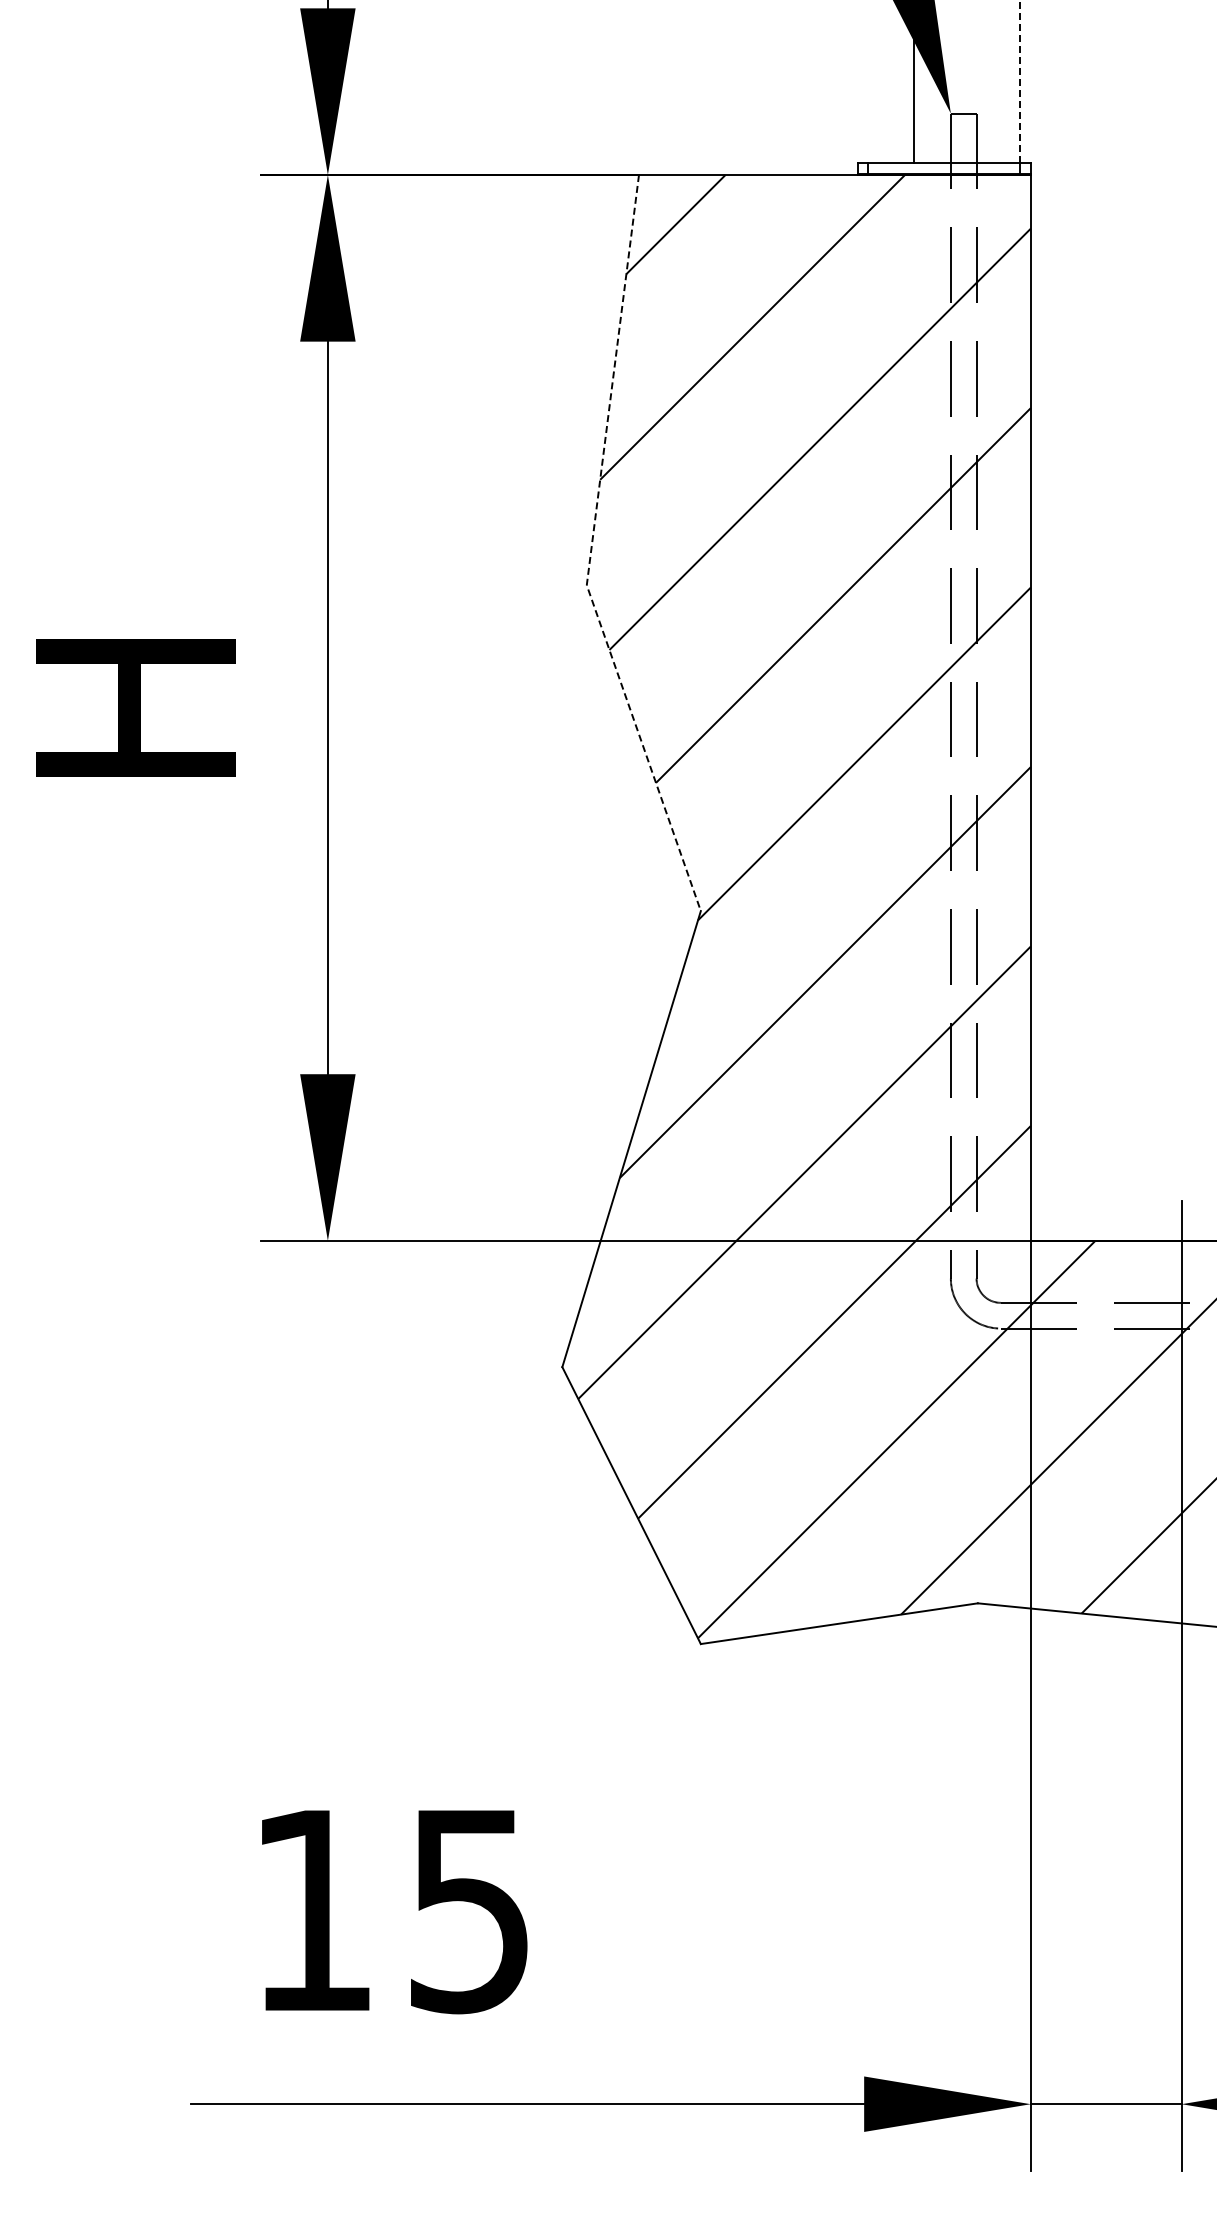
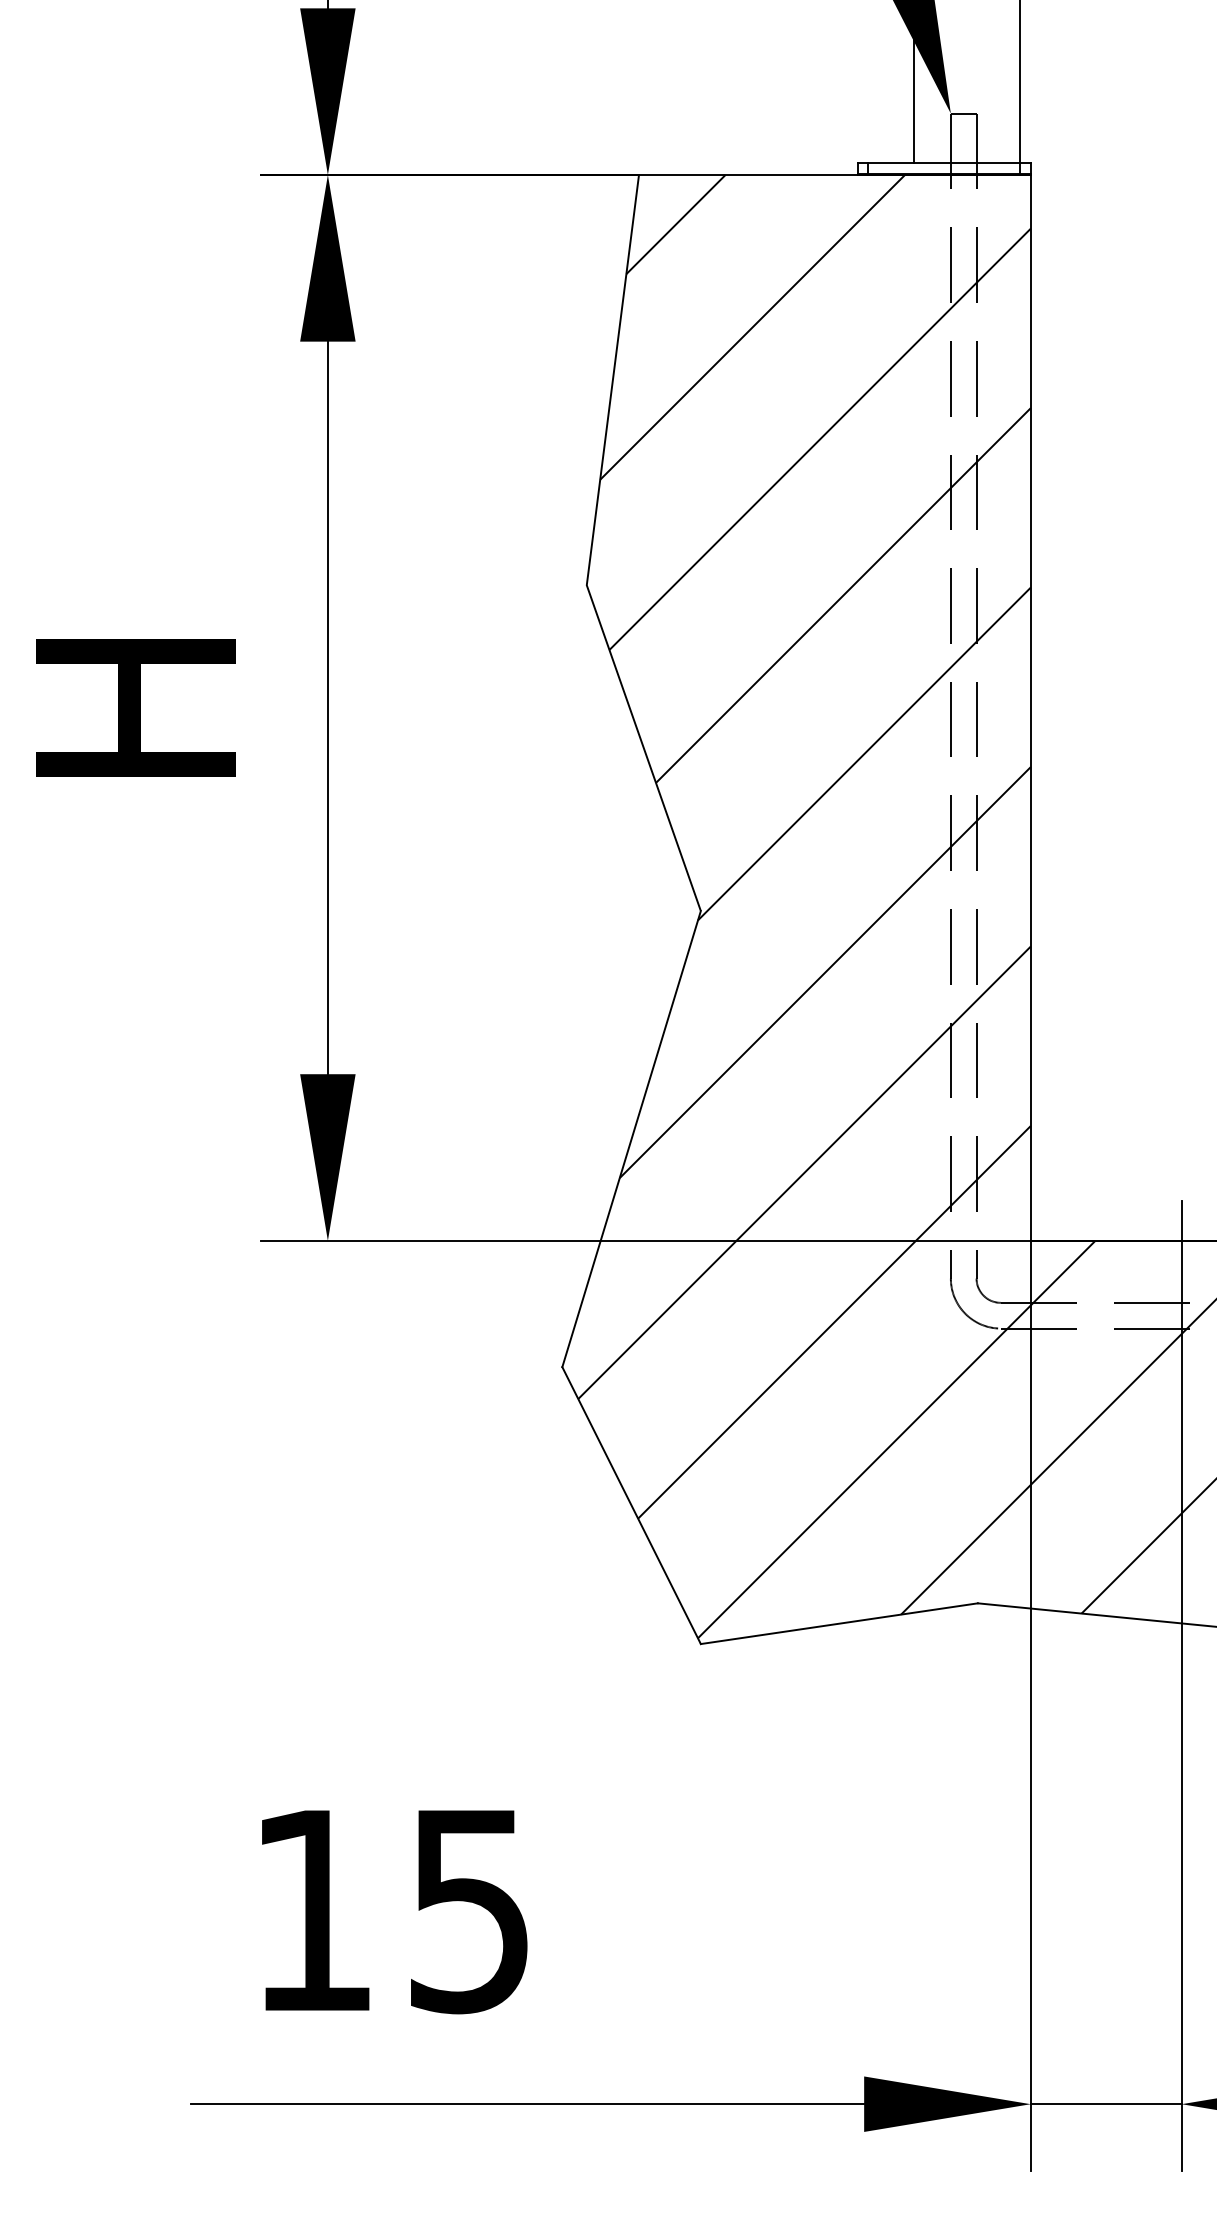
line at (1020, 81): dashed -> solid
line at (590, 552): dashed -> solid
